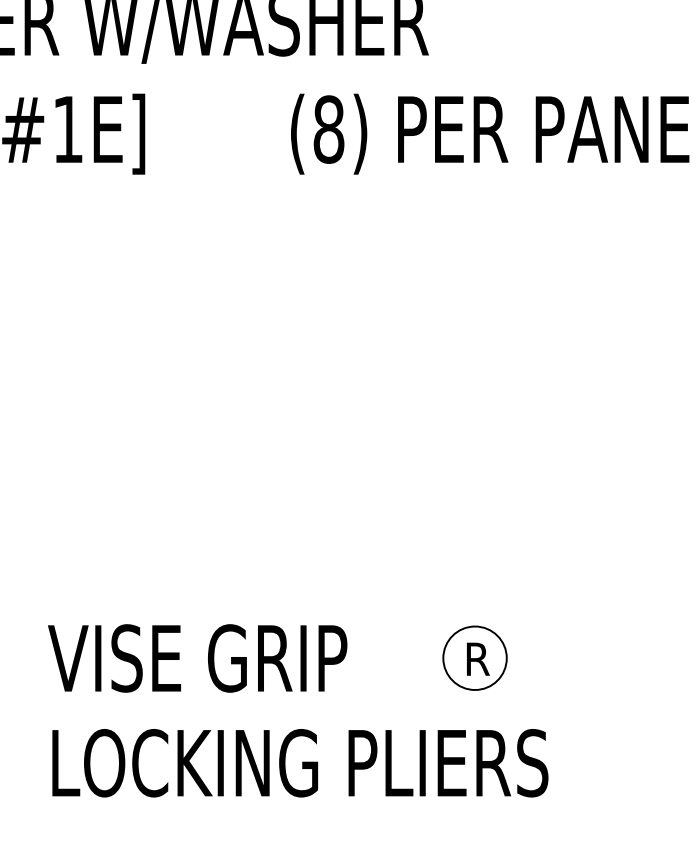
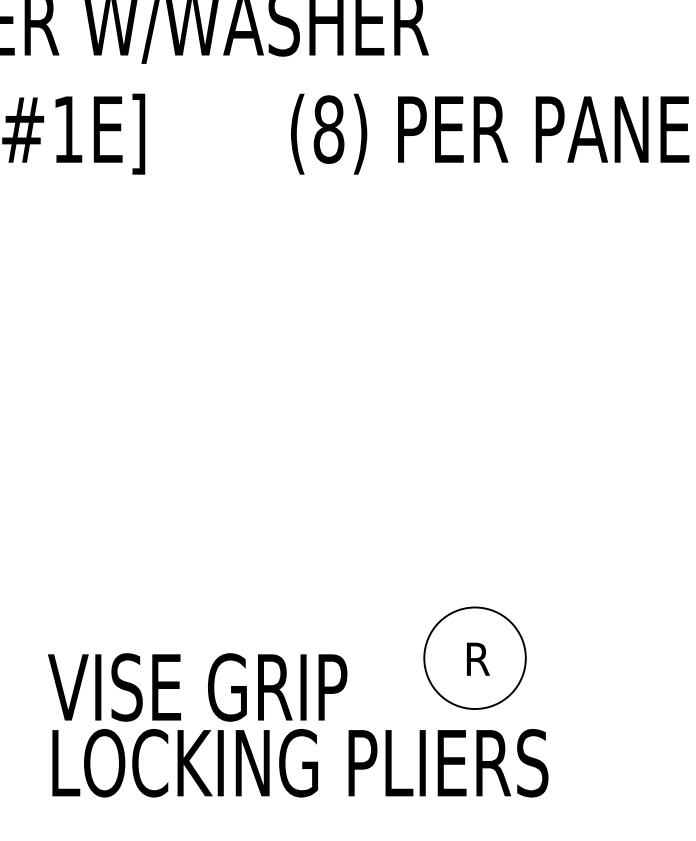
circle at (474, 657) diameter: 63 px -> 102 px
text at (197, 658) position: (197, 658) -> (197, 687)
